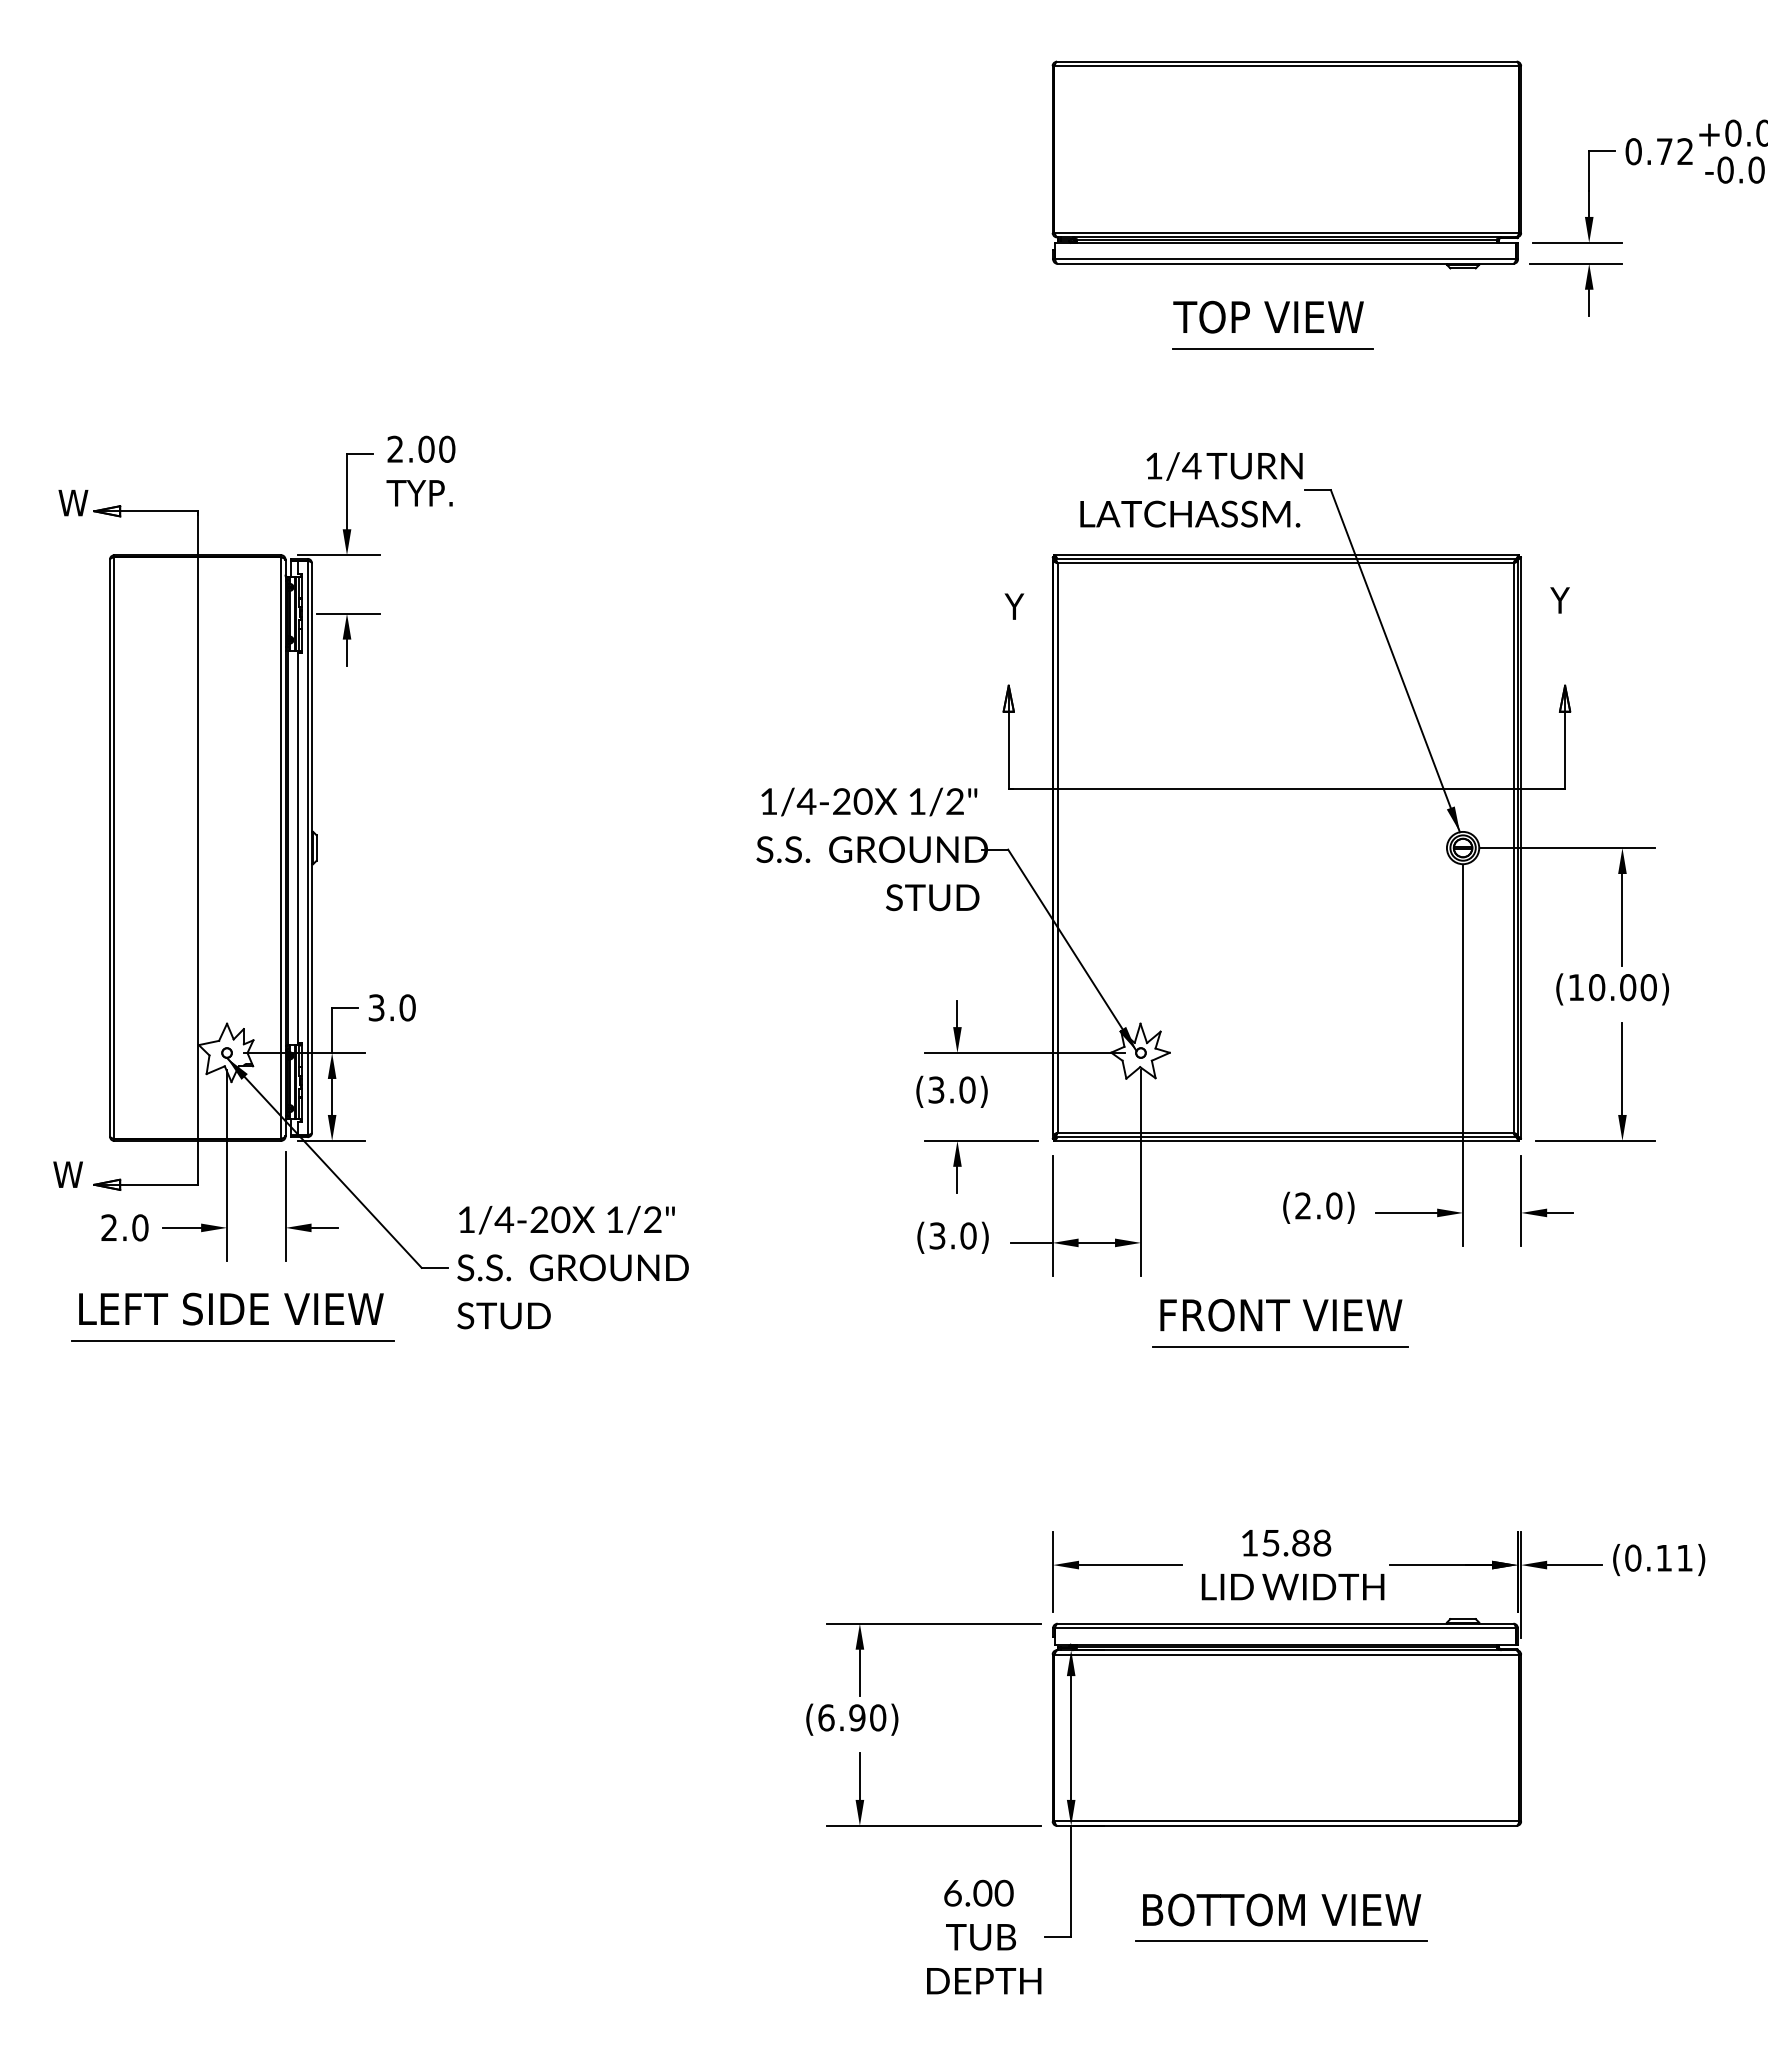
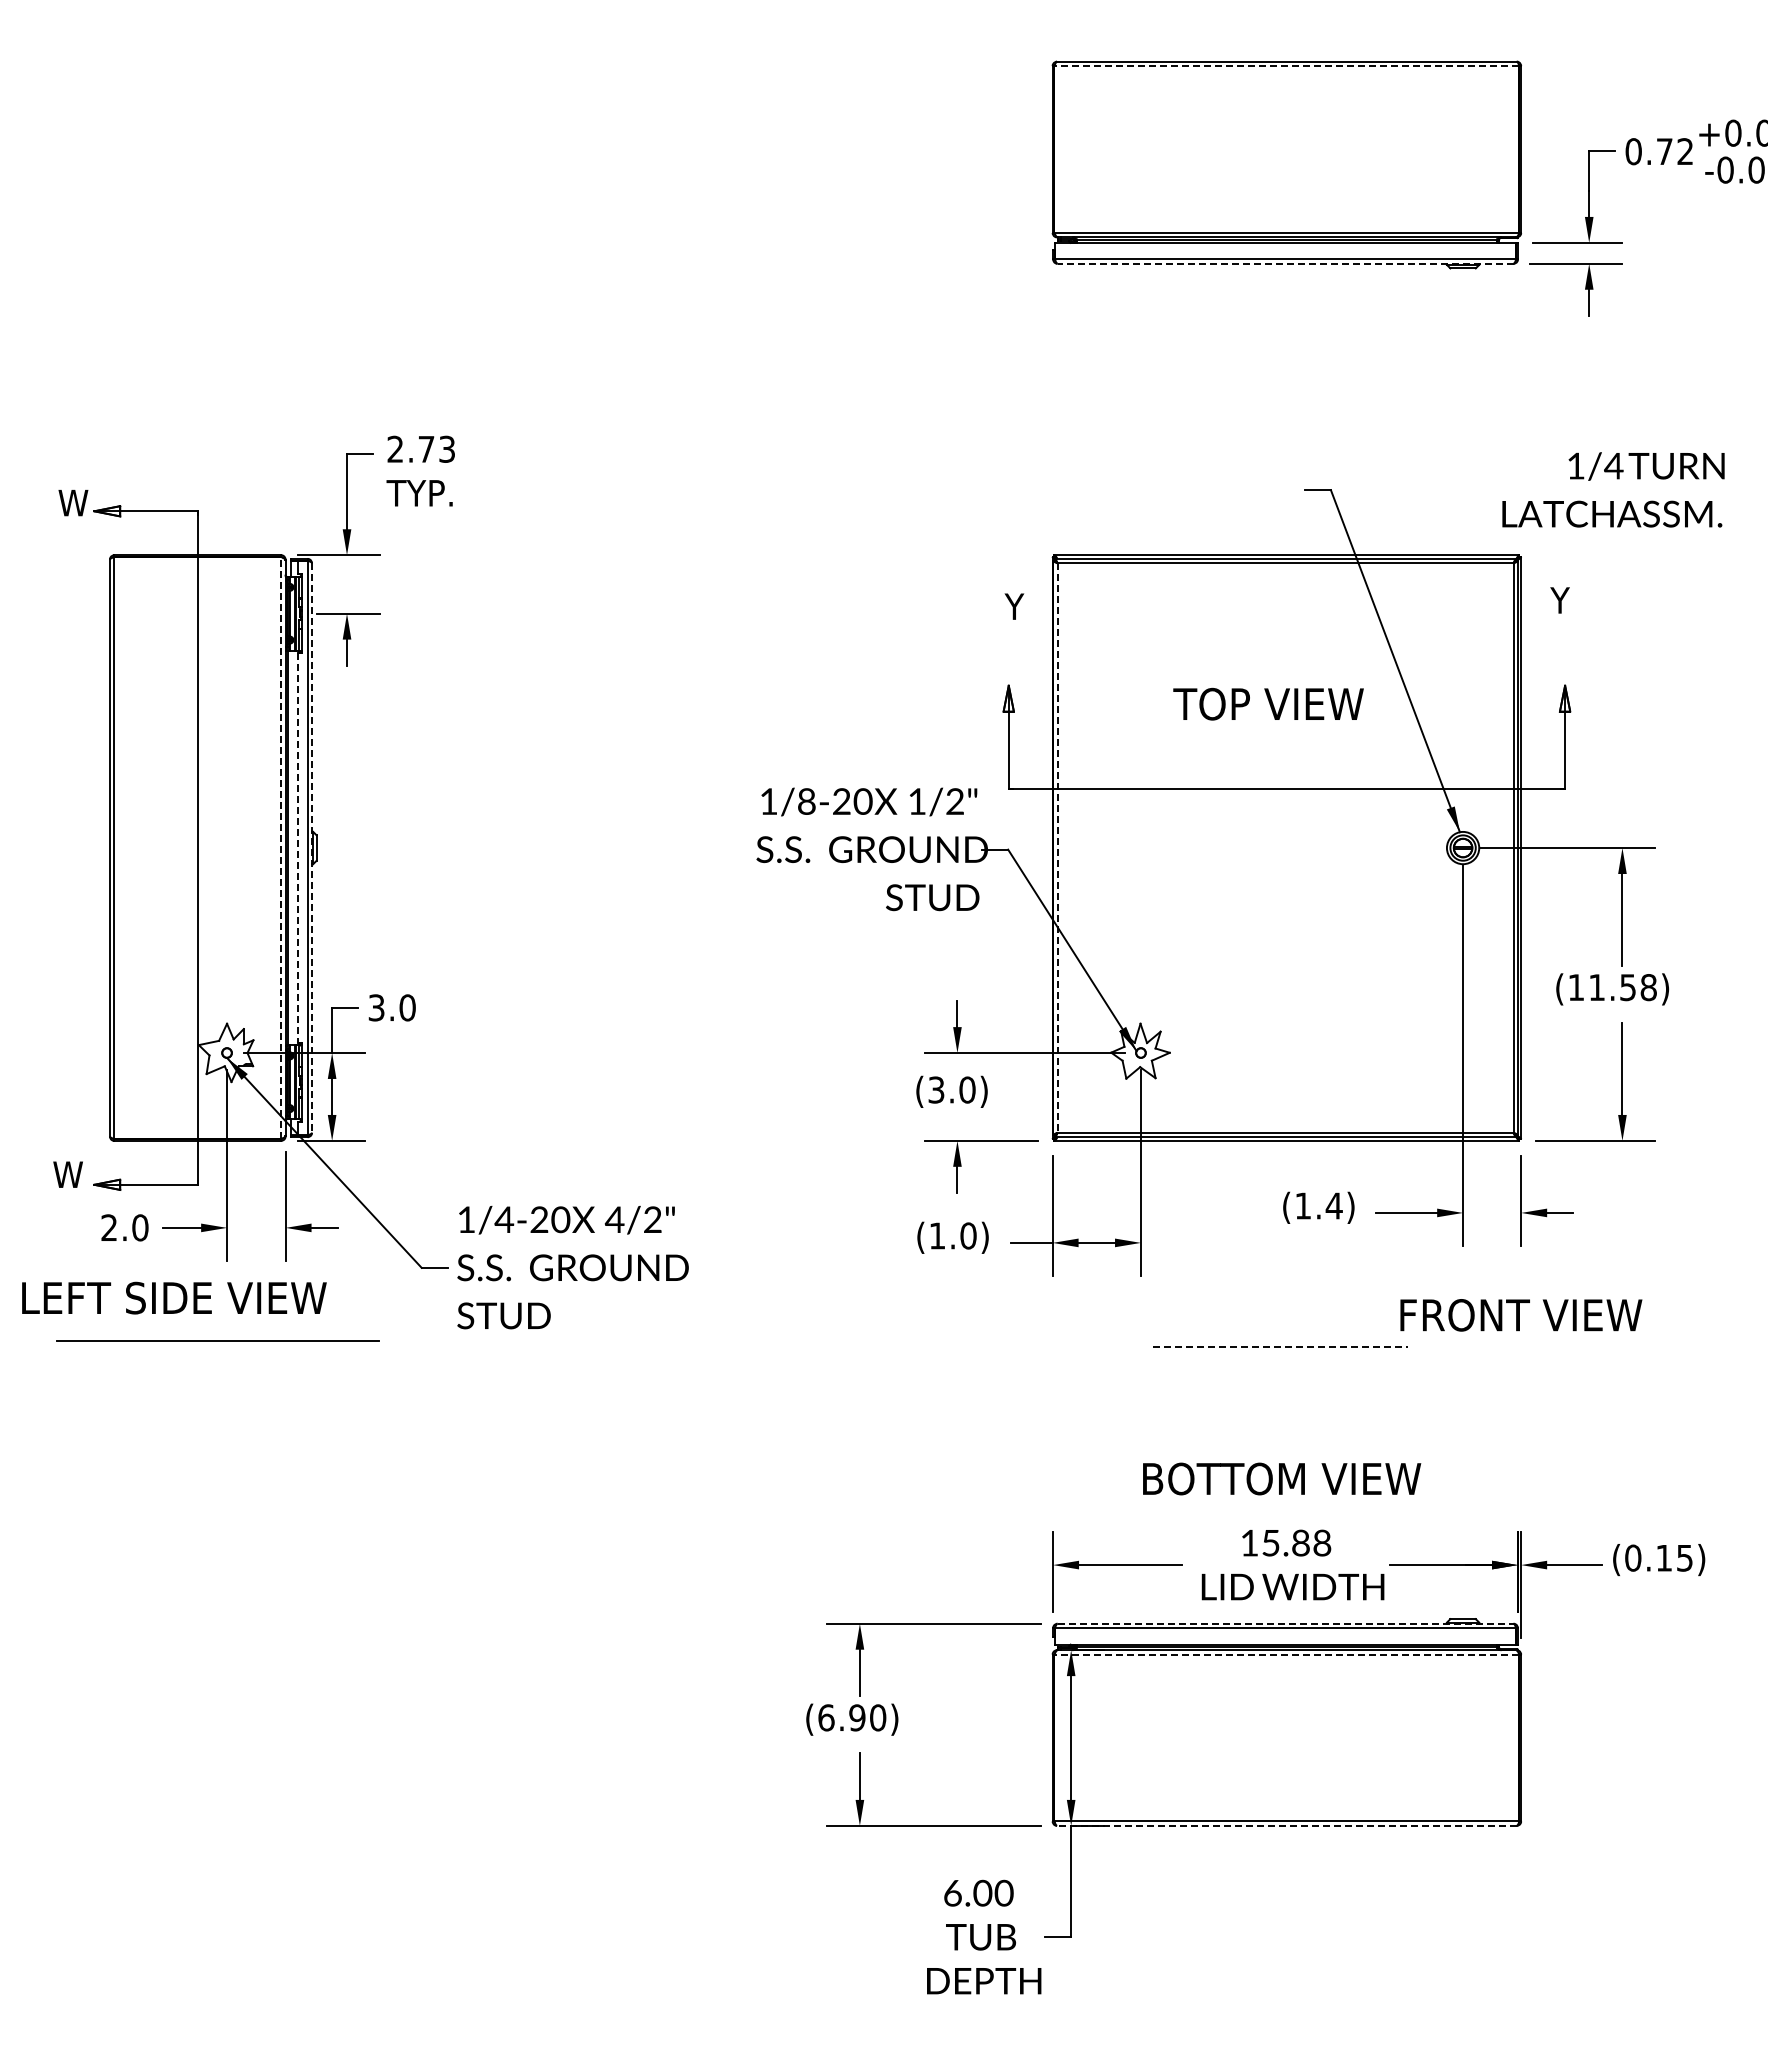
line at (1286, 66): solid -> dashed
line at (1285, 263): solid -> dashed
text at (1268, 316) position: (1268, 316) -> (1268, 703)
line at (1272, 348): present -> none
text at (436, 448): 2.00 -> 2.73
text at (1191, 489) position: (1191, 489) -> (1613, 489)
text at (806, 801): 1/4-20 -> 1/8-20
line at (281, 847): solid -> dashed
line at (298, 848): solid -> dashed
line at (312, 848): solid -> dashed
line at (1057, 848): solid -> dashed
text at (1622, 987): (10.00) -> (11.58)
text at (1318, 1205): (2.0) -> (1.4)
text at (614, 1219): 1/2" -> 4/2"
text at (937, 1235): (3.0) -> (1.0)
text at (231, 1308) position: (231, 1308) -> (174, 1297)
text at (1281, 1315) position: (1281, 1315) -> (1521, 1315)
line at (232, 1340) position: (232, 1340) -> (217, 1340)
line at (1281, 1346): solid -> dashed
text at (1684, 1558): (0.11) -> (0.15)
line at (1285, 1623): solid -> dashed
line at (1286, 1654): solid -> dashed
line at (1286, 1825): solid -> dashed
text at (1282, 1909) position: (1282, 1909) -> (1282, 1478)
line at (1281, 1940): present -> none
